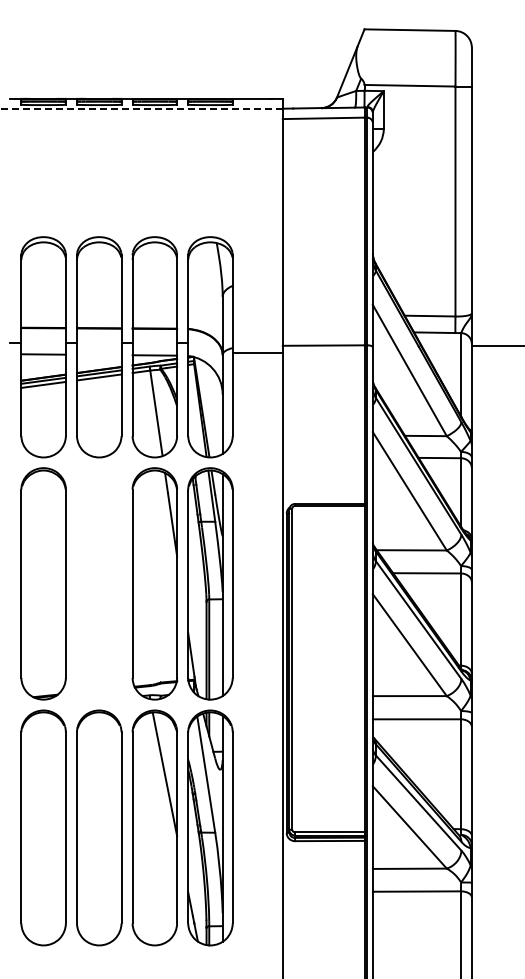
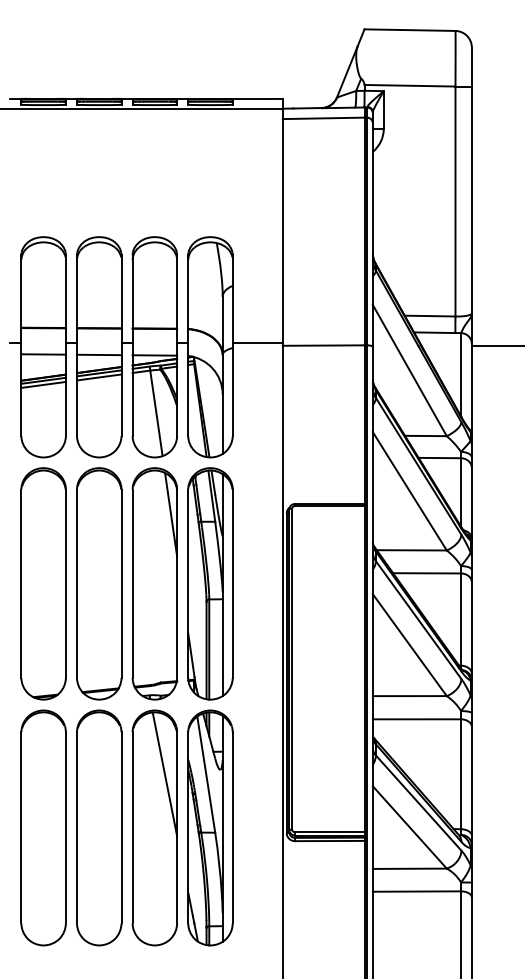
line at (141, 109): dashed -> solid
line at (257, 352) position: (257, 352) -> (257, 342)
line at (99, 354): none -> present
part at (99, 583): none -> present
